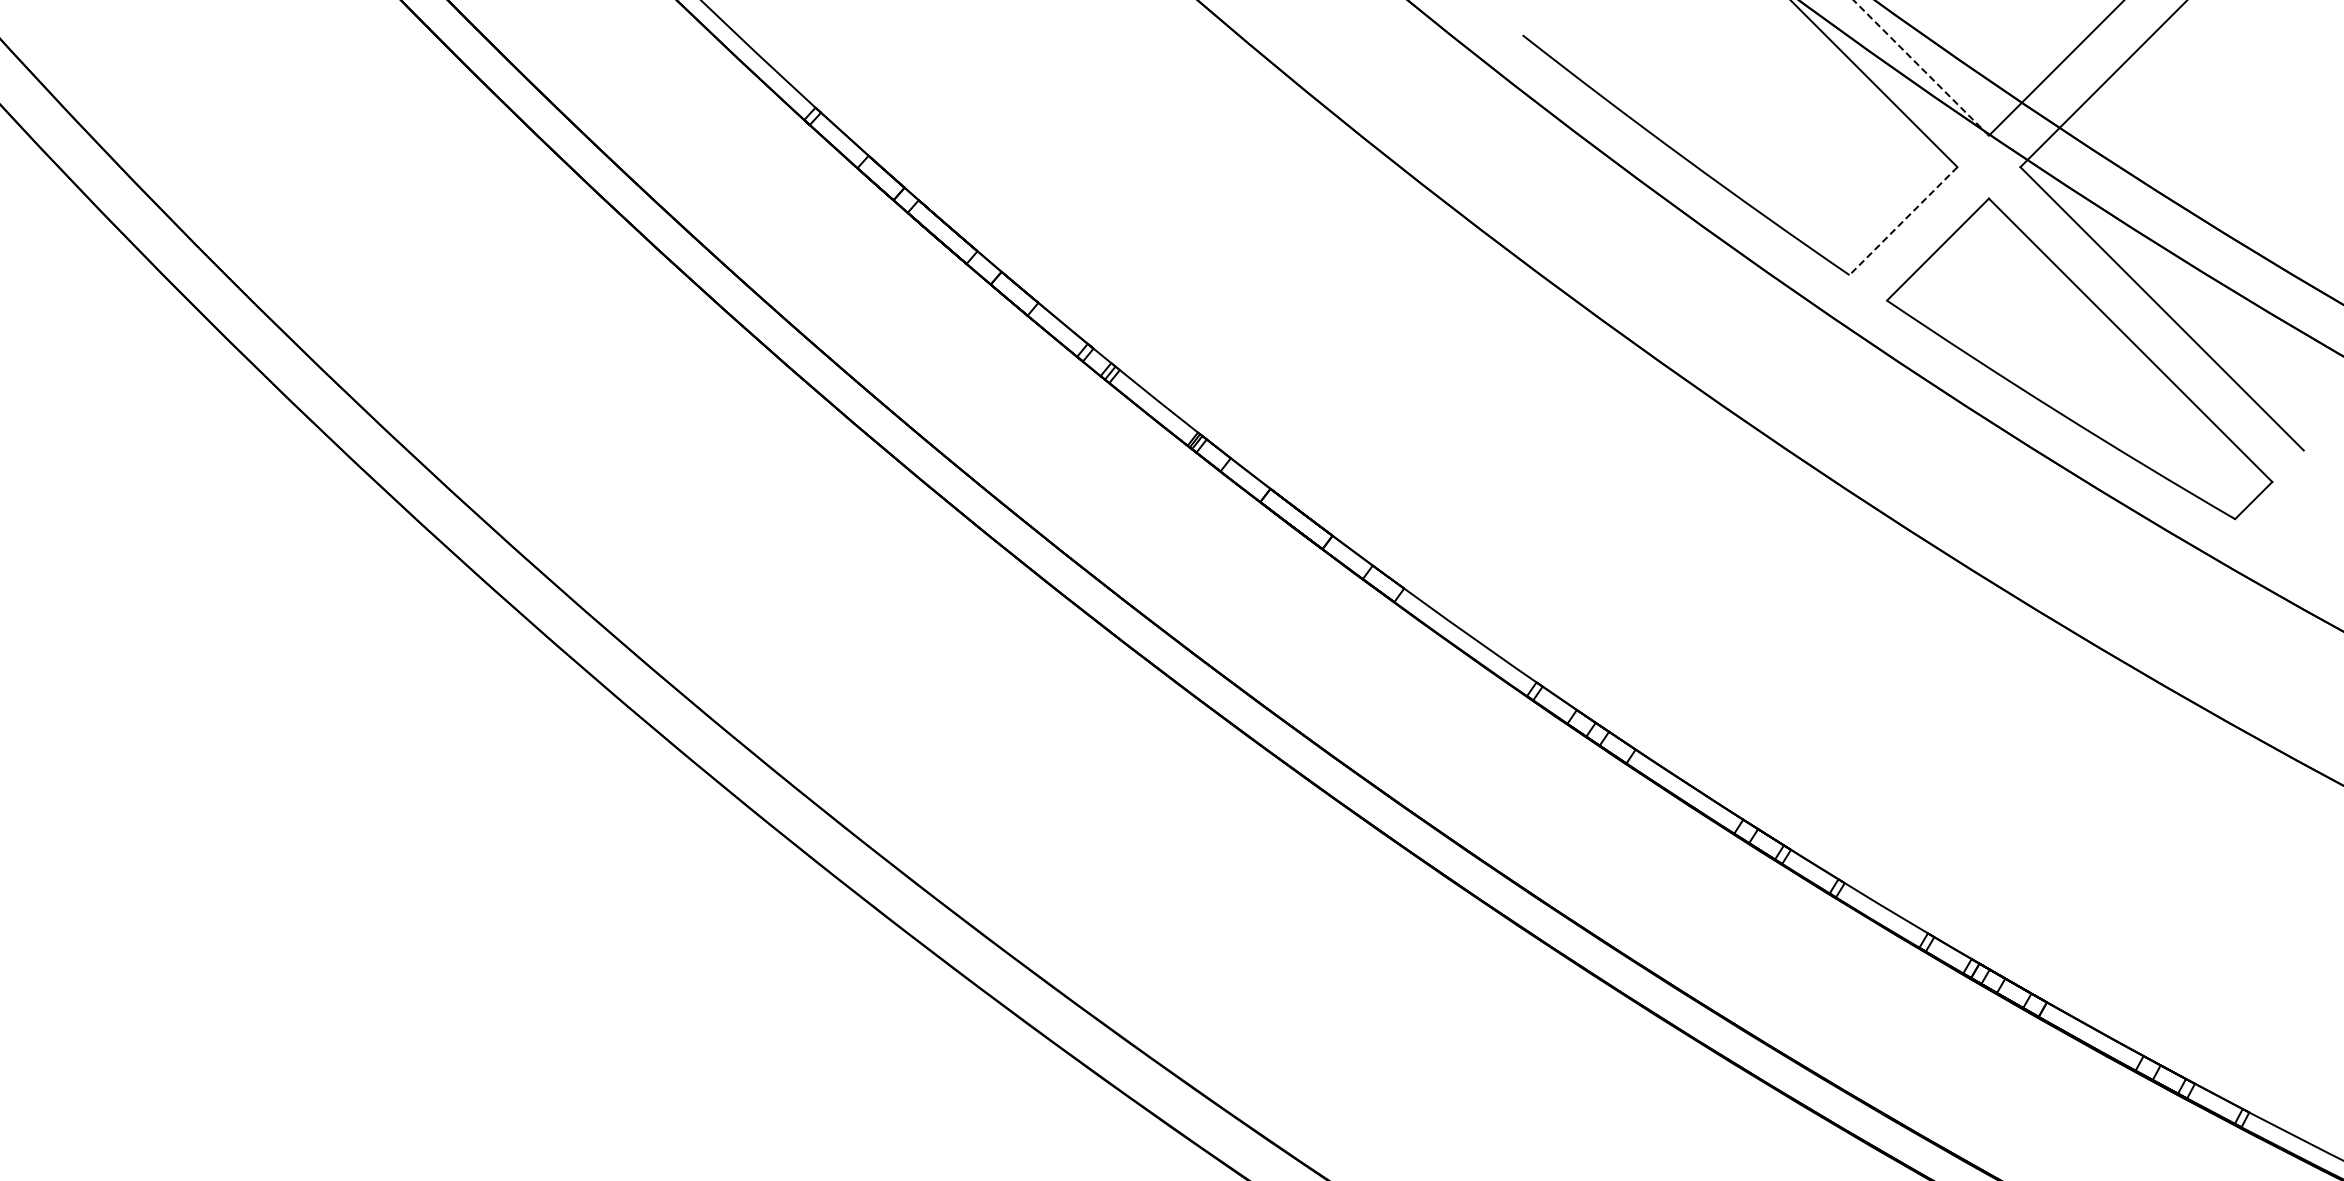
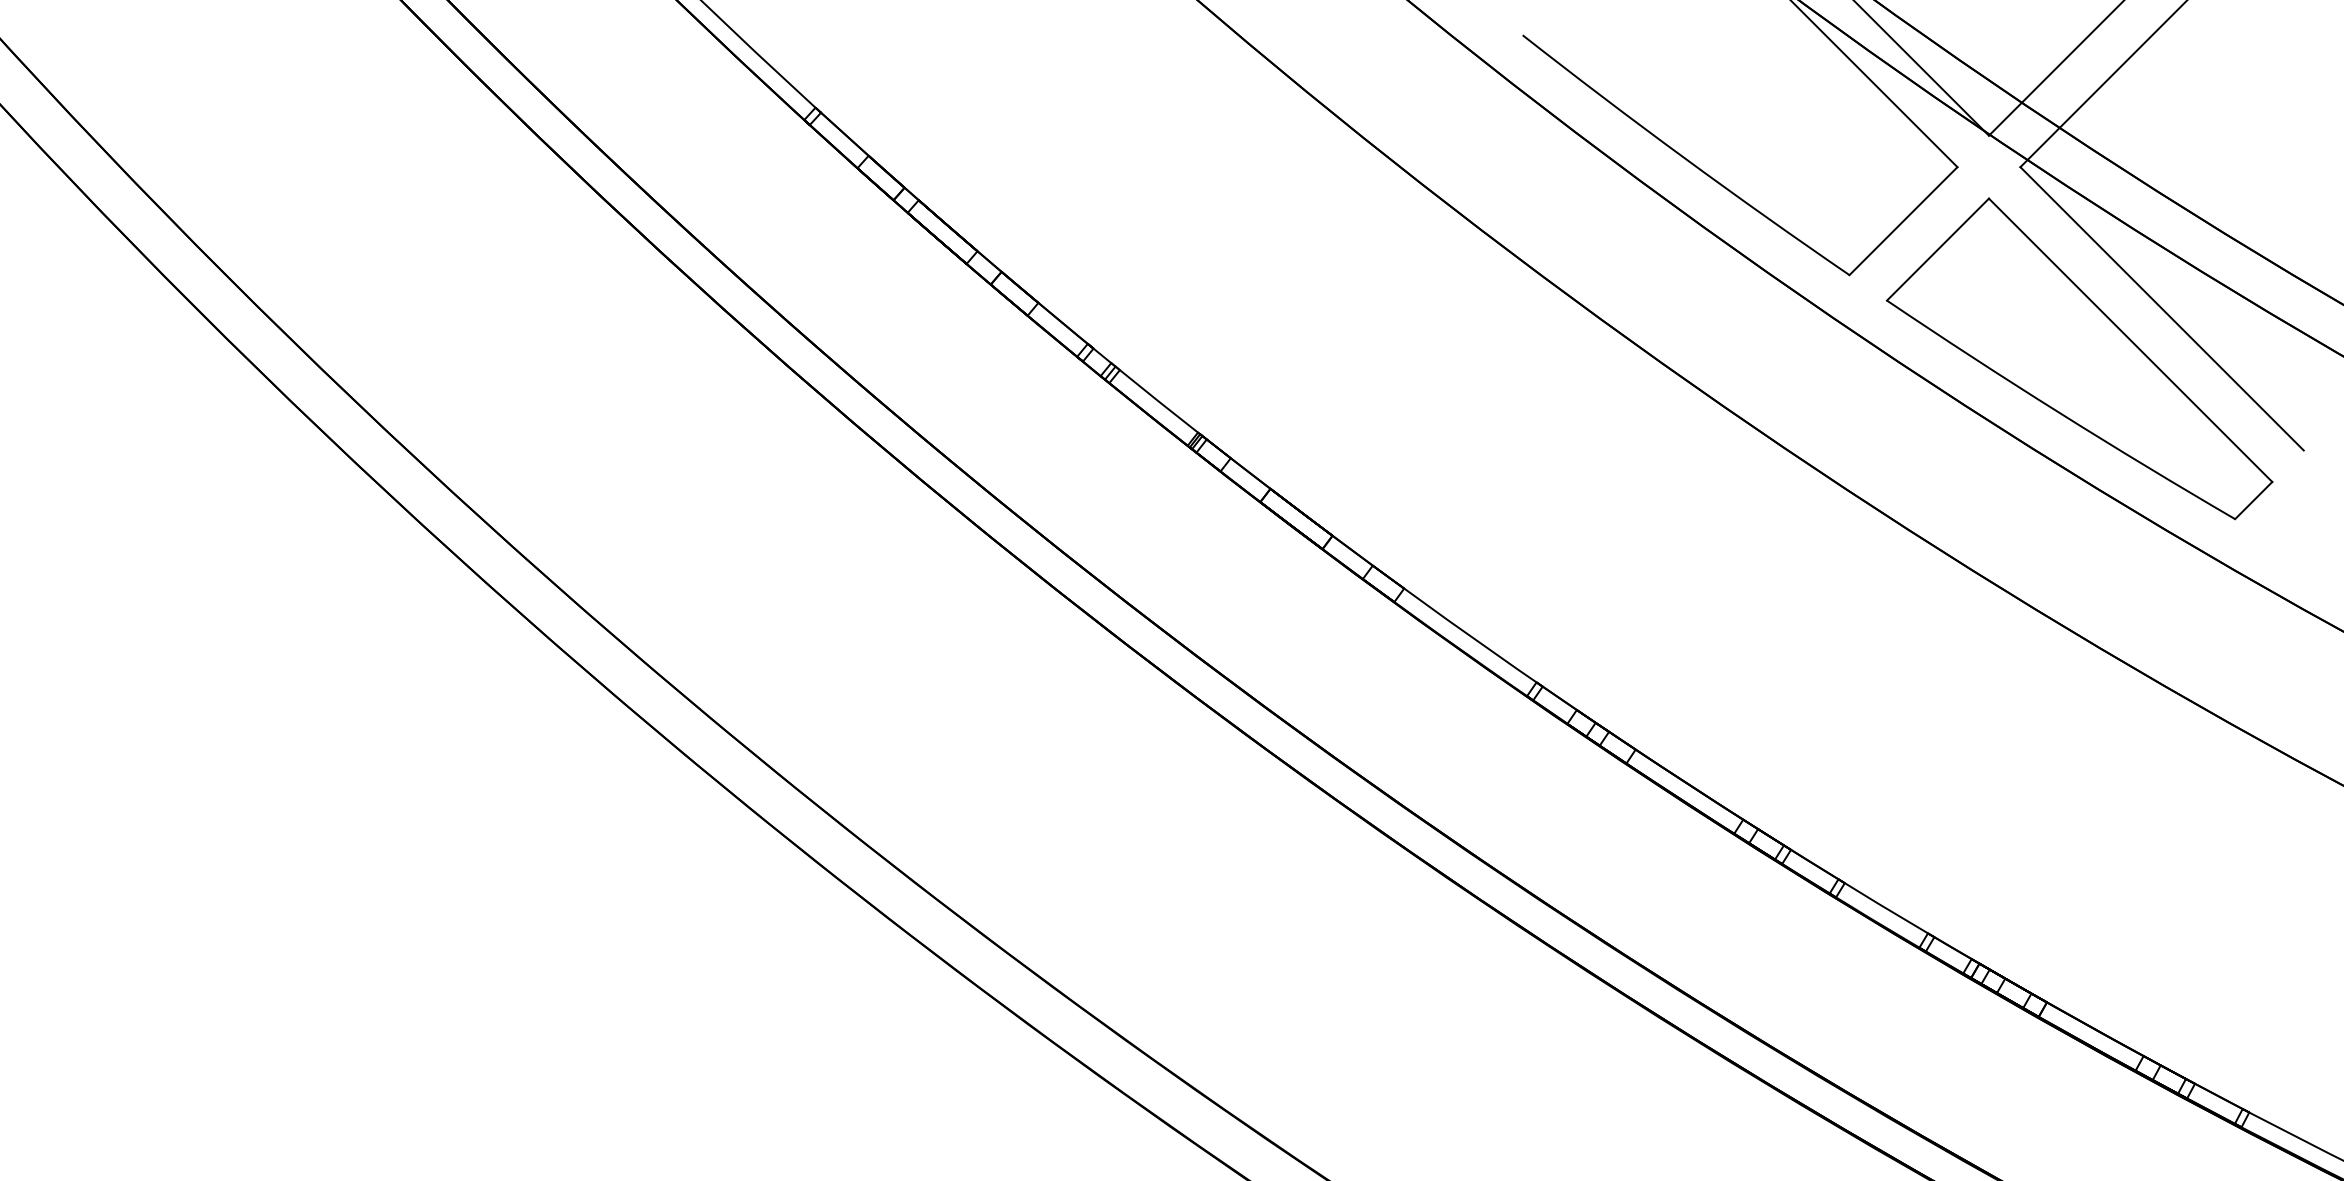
line at (1921, 67): dashed -> solid
line at (1903, 221): dashed -> solid
